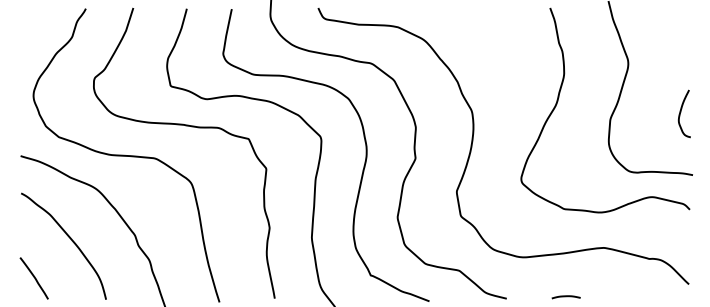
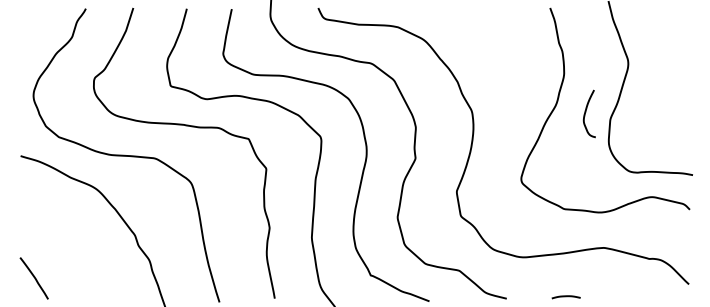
curve at (681, 112) position: (681, 112) -> (586, 112)
curve at (69, 238): present -> none
